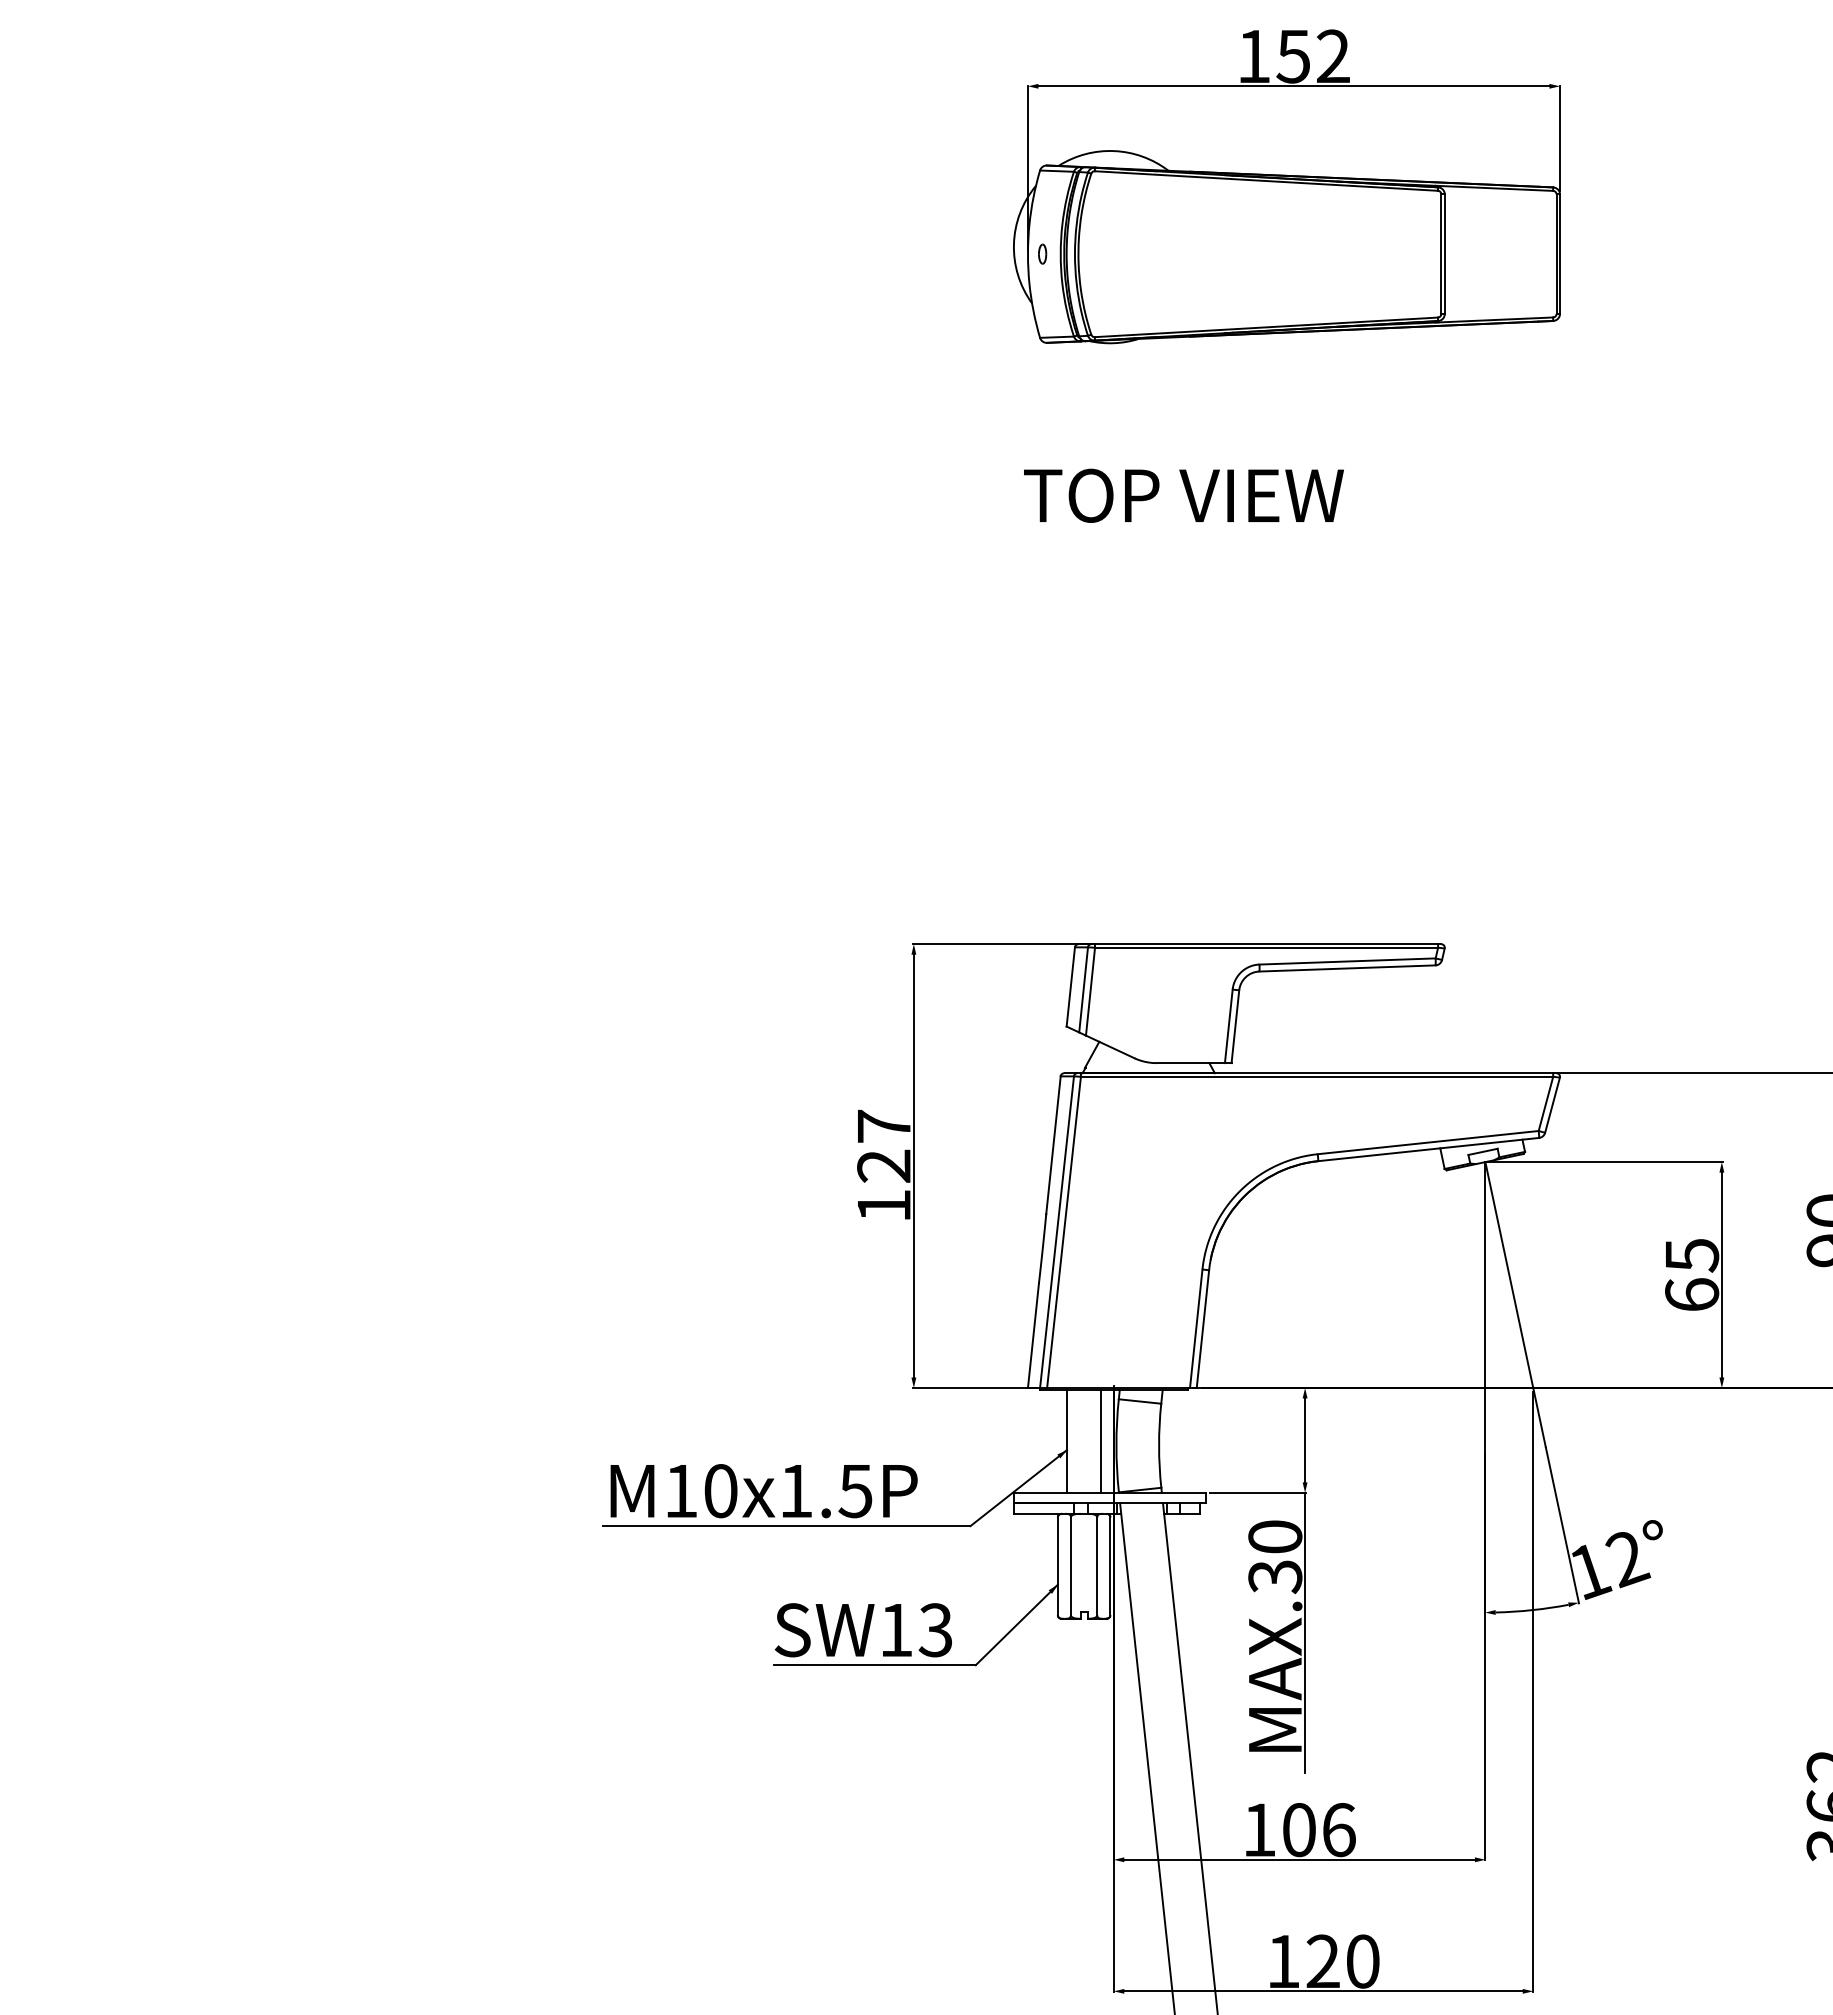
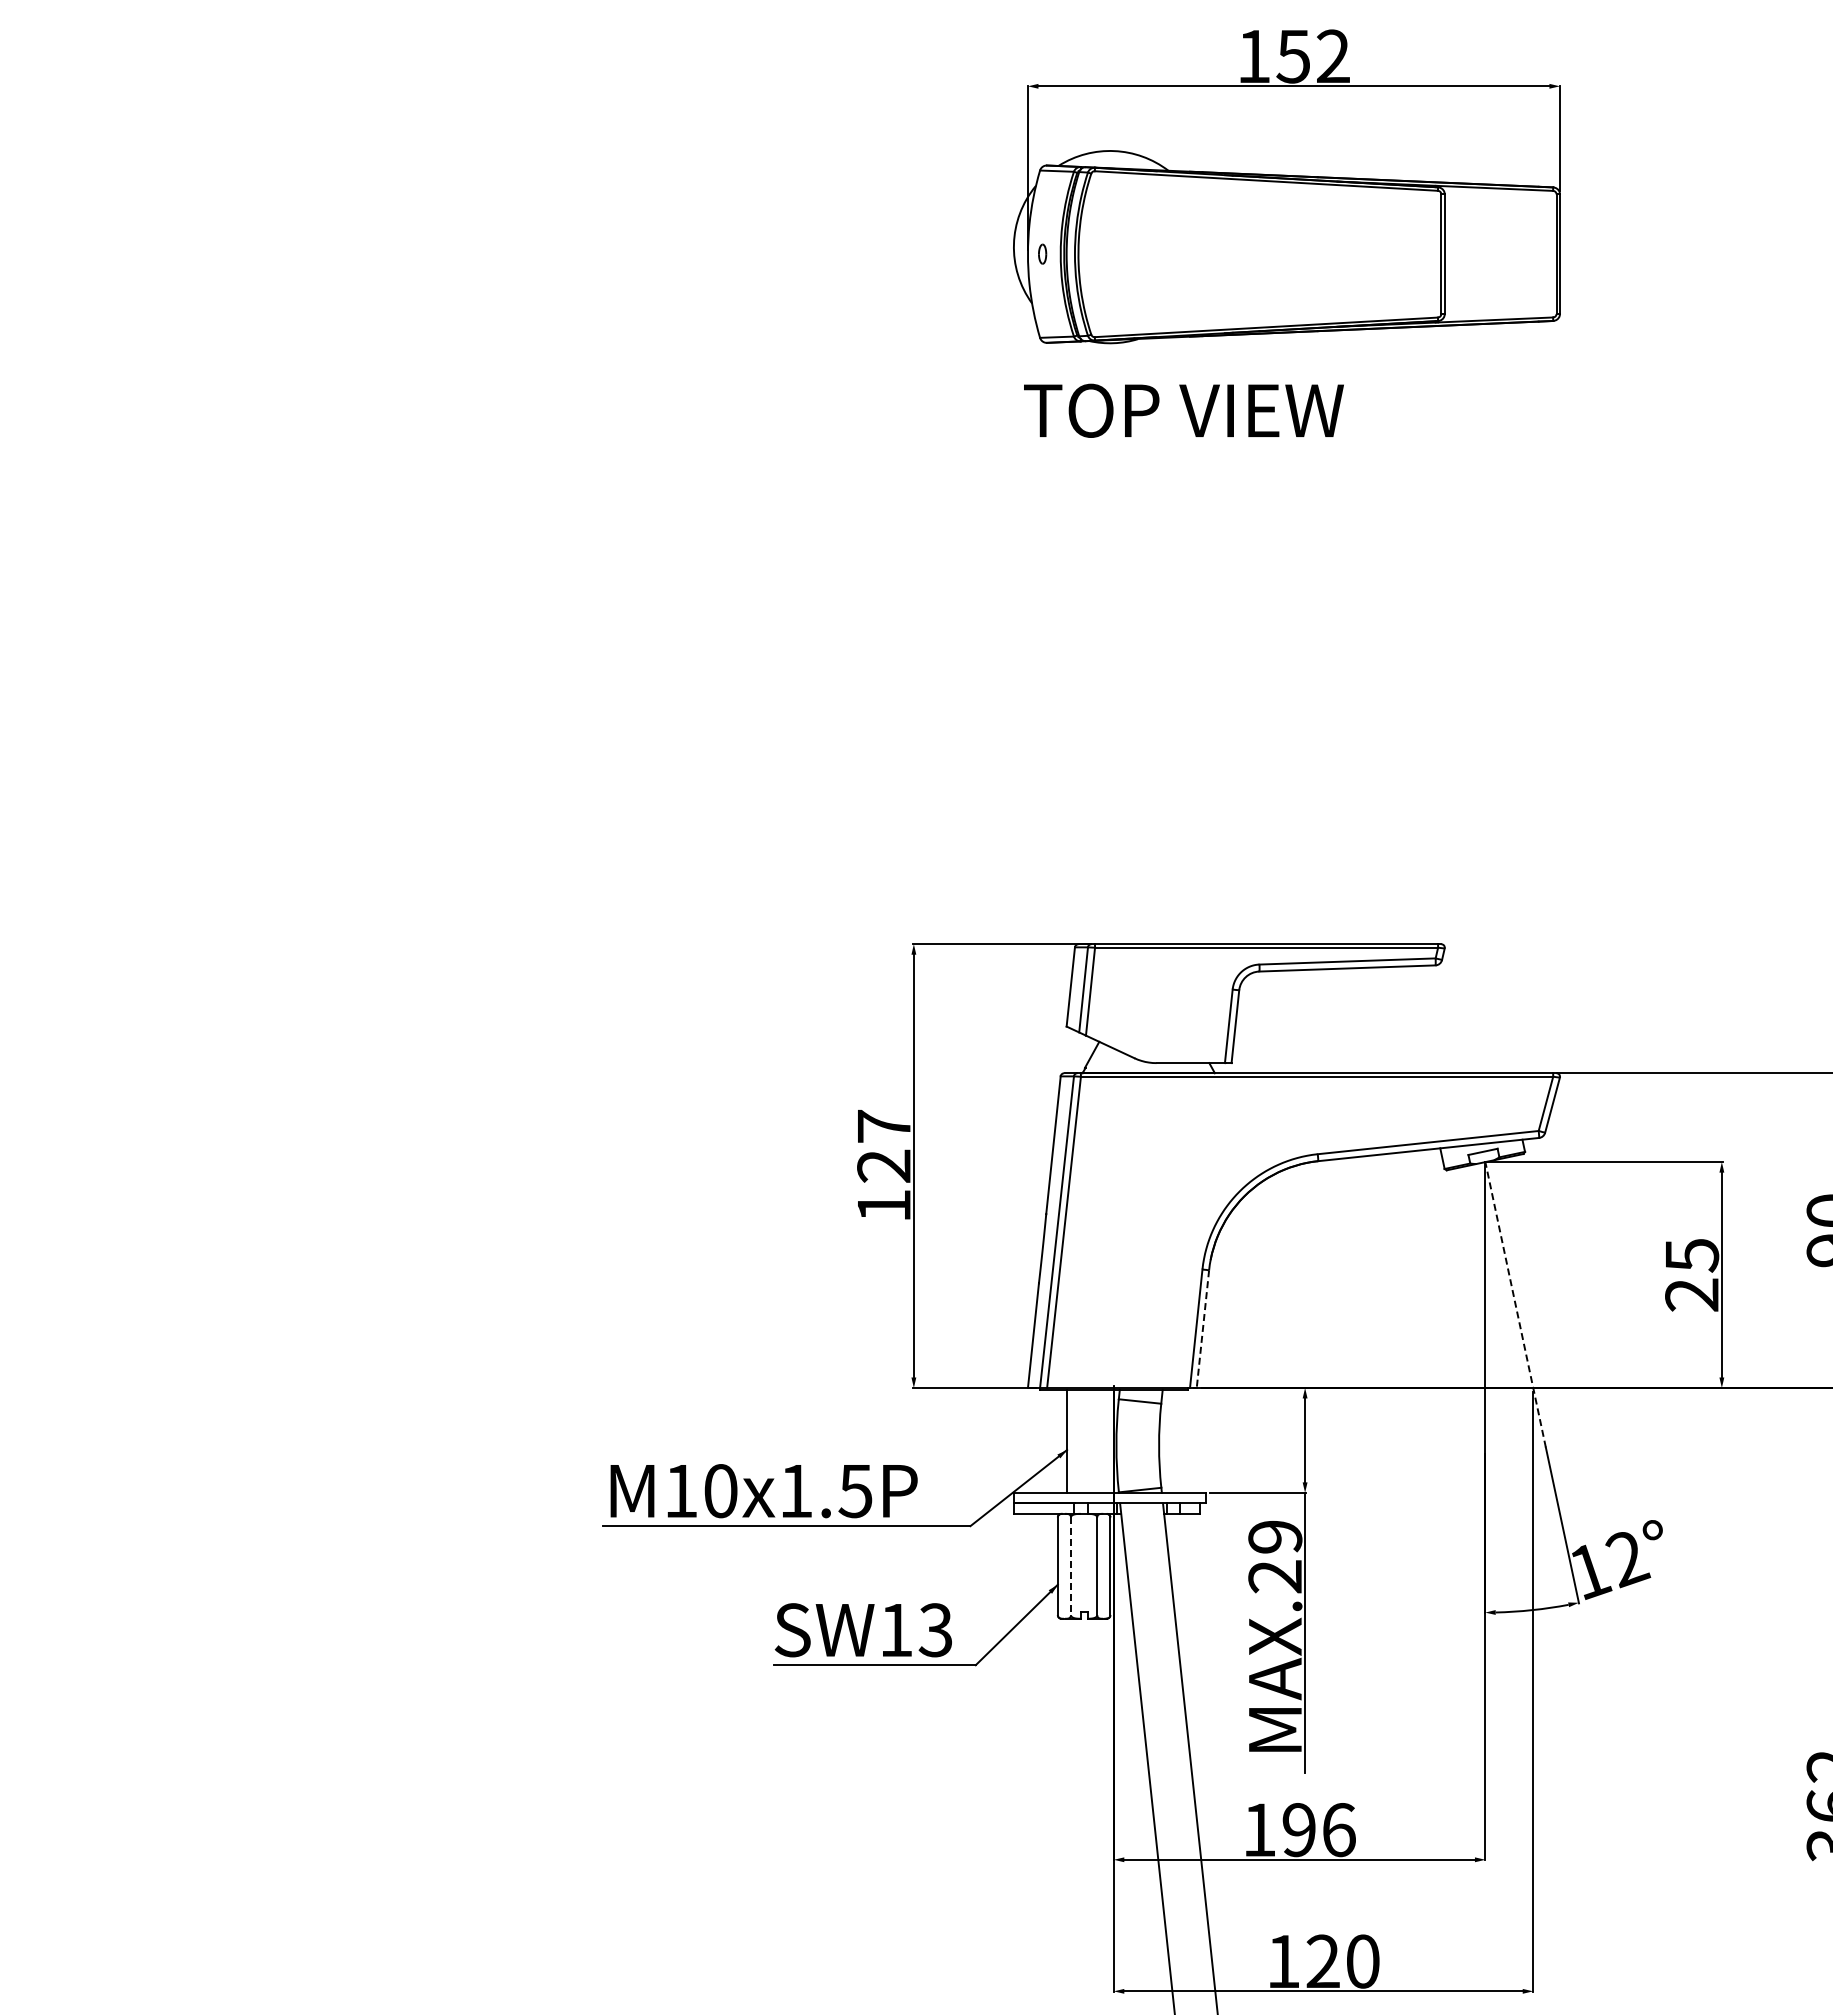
text at (1183, 495) position: (1183, 495) -> (1183, 410)
text at (1692, 1294): 65 -> 25
line at (1515, 1304): solid -> dashed
line at (1202, 1329): solid -> dashed
line at (1101, 1440): present -> none
text at (1275, 1557): MAX.30 -> MAX.29
line at (1070, 1566): solid -> dashed
text at (1298, 1830): 106 -> 196
